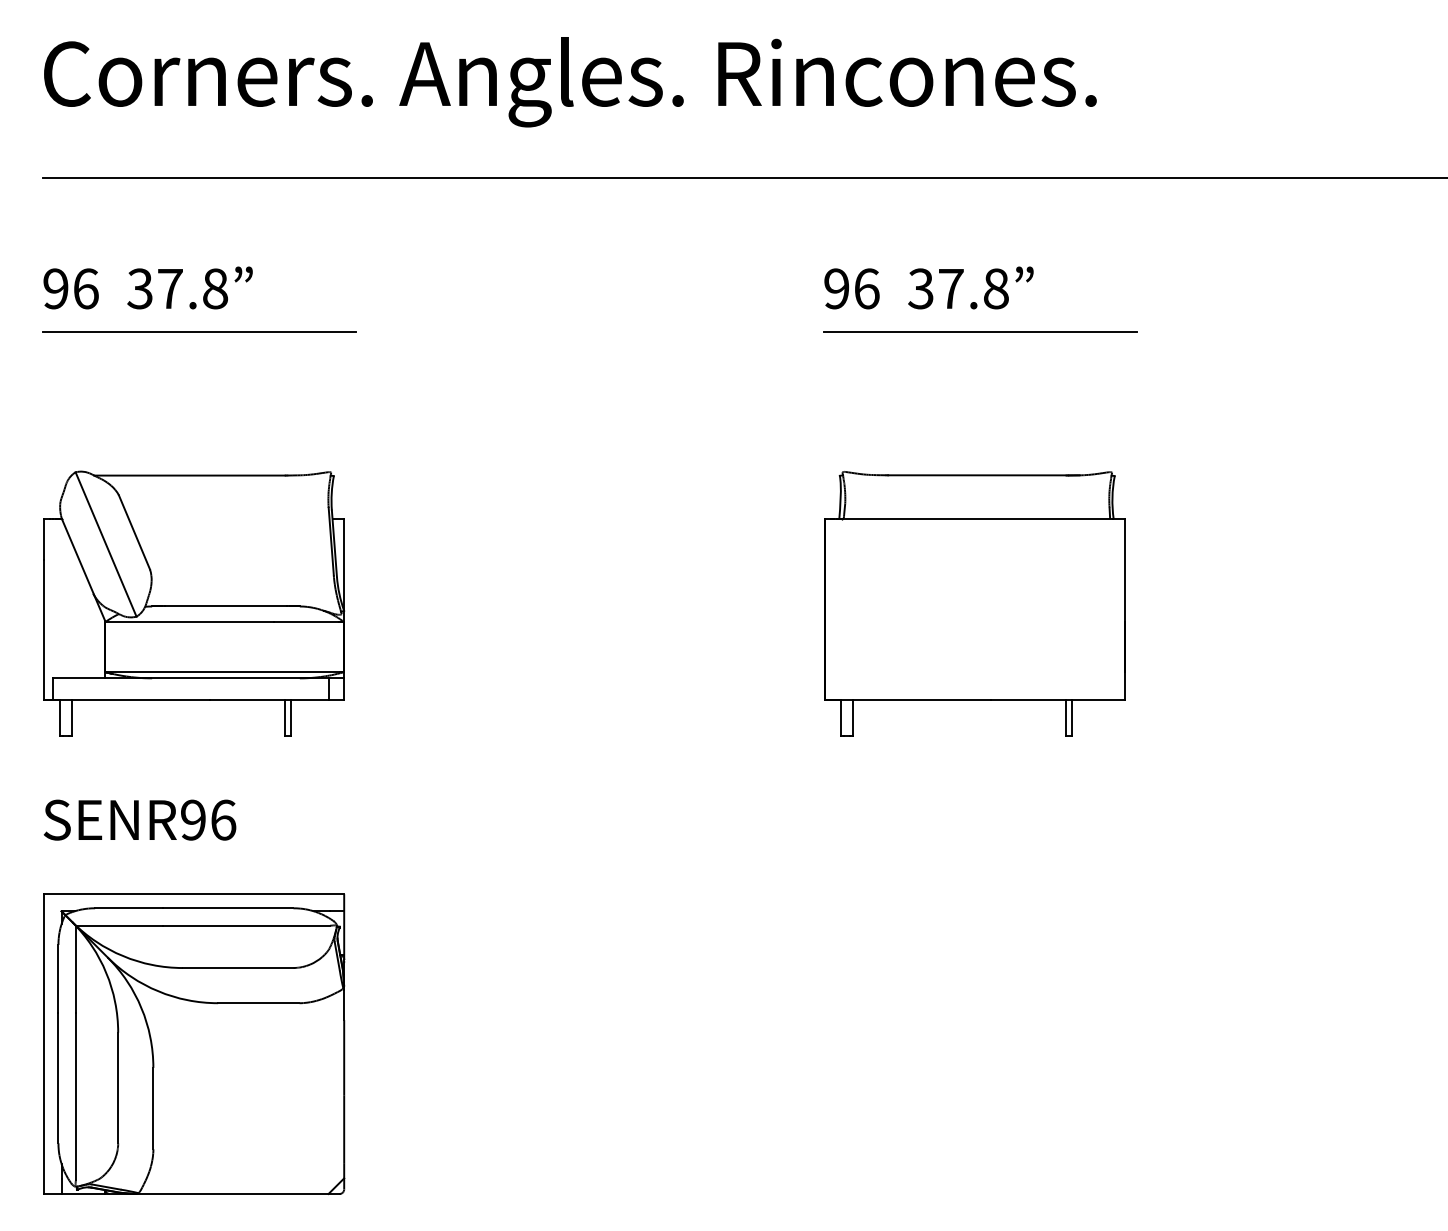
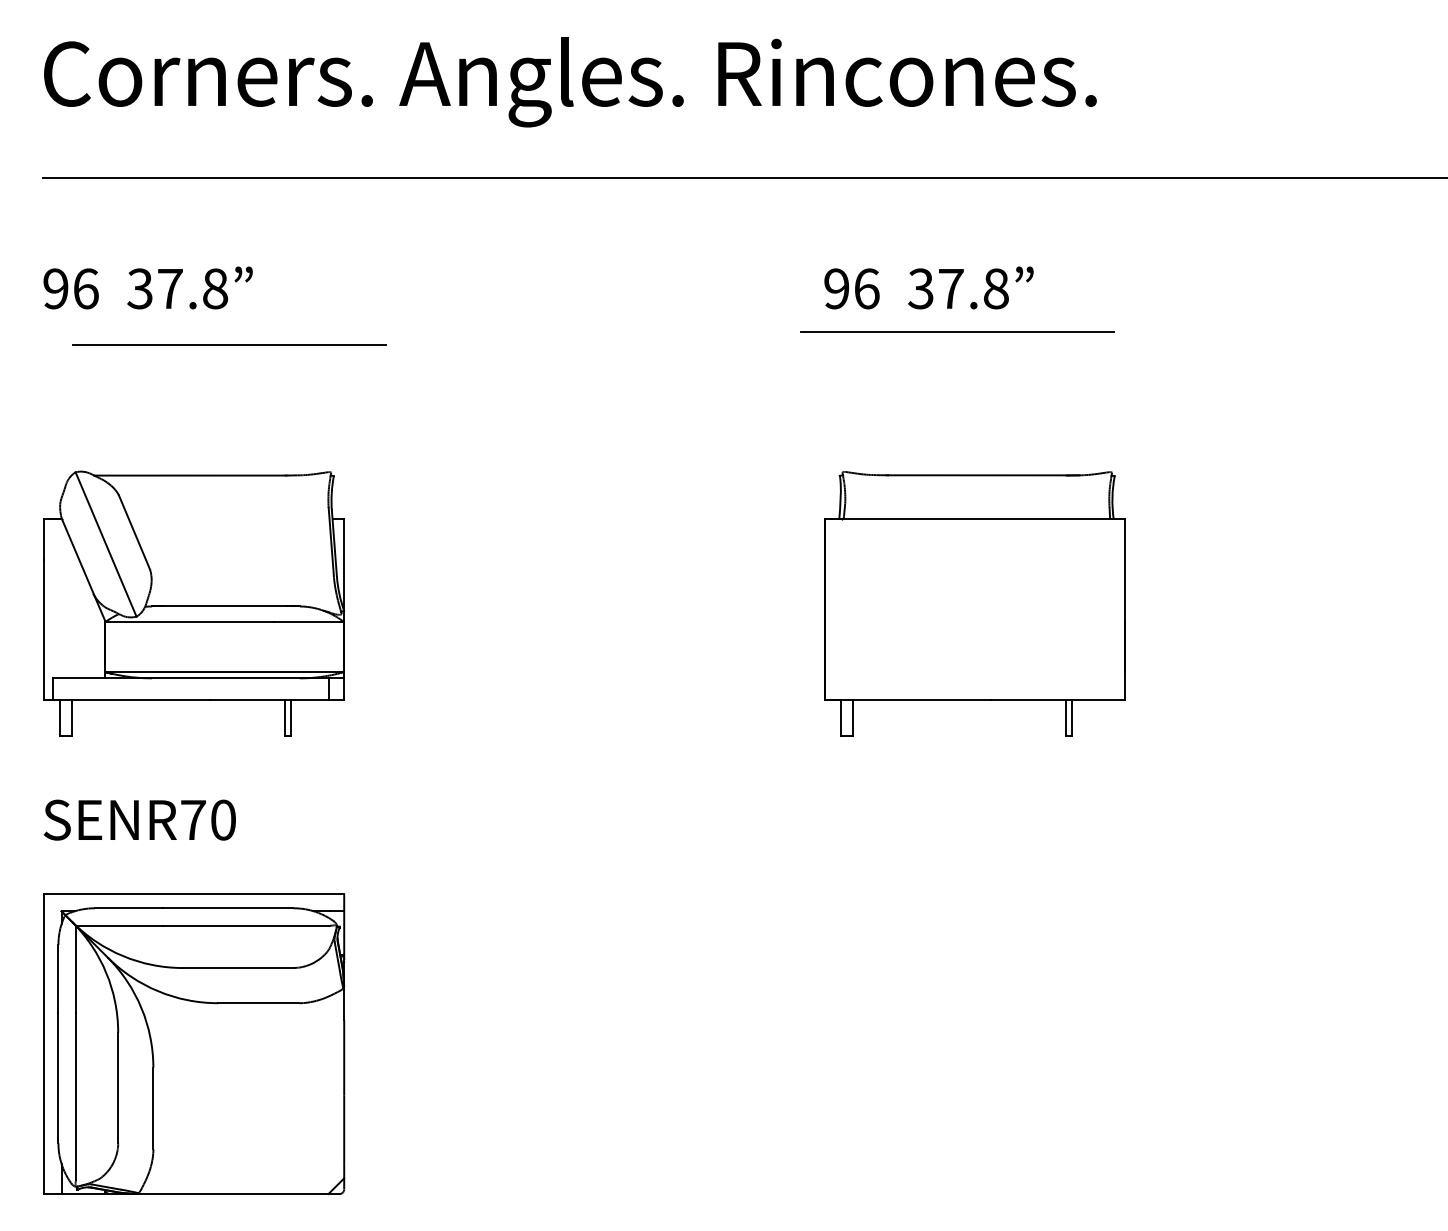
line at (199, 331) position: (199, 331) -> (229, 344)
line at (980, 331) position: (980, 331) -> (957, 331)
text at (208, 819): SENR96 -> SENR70
